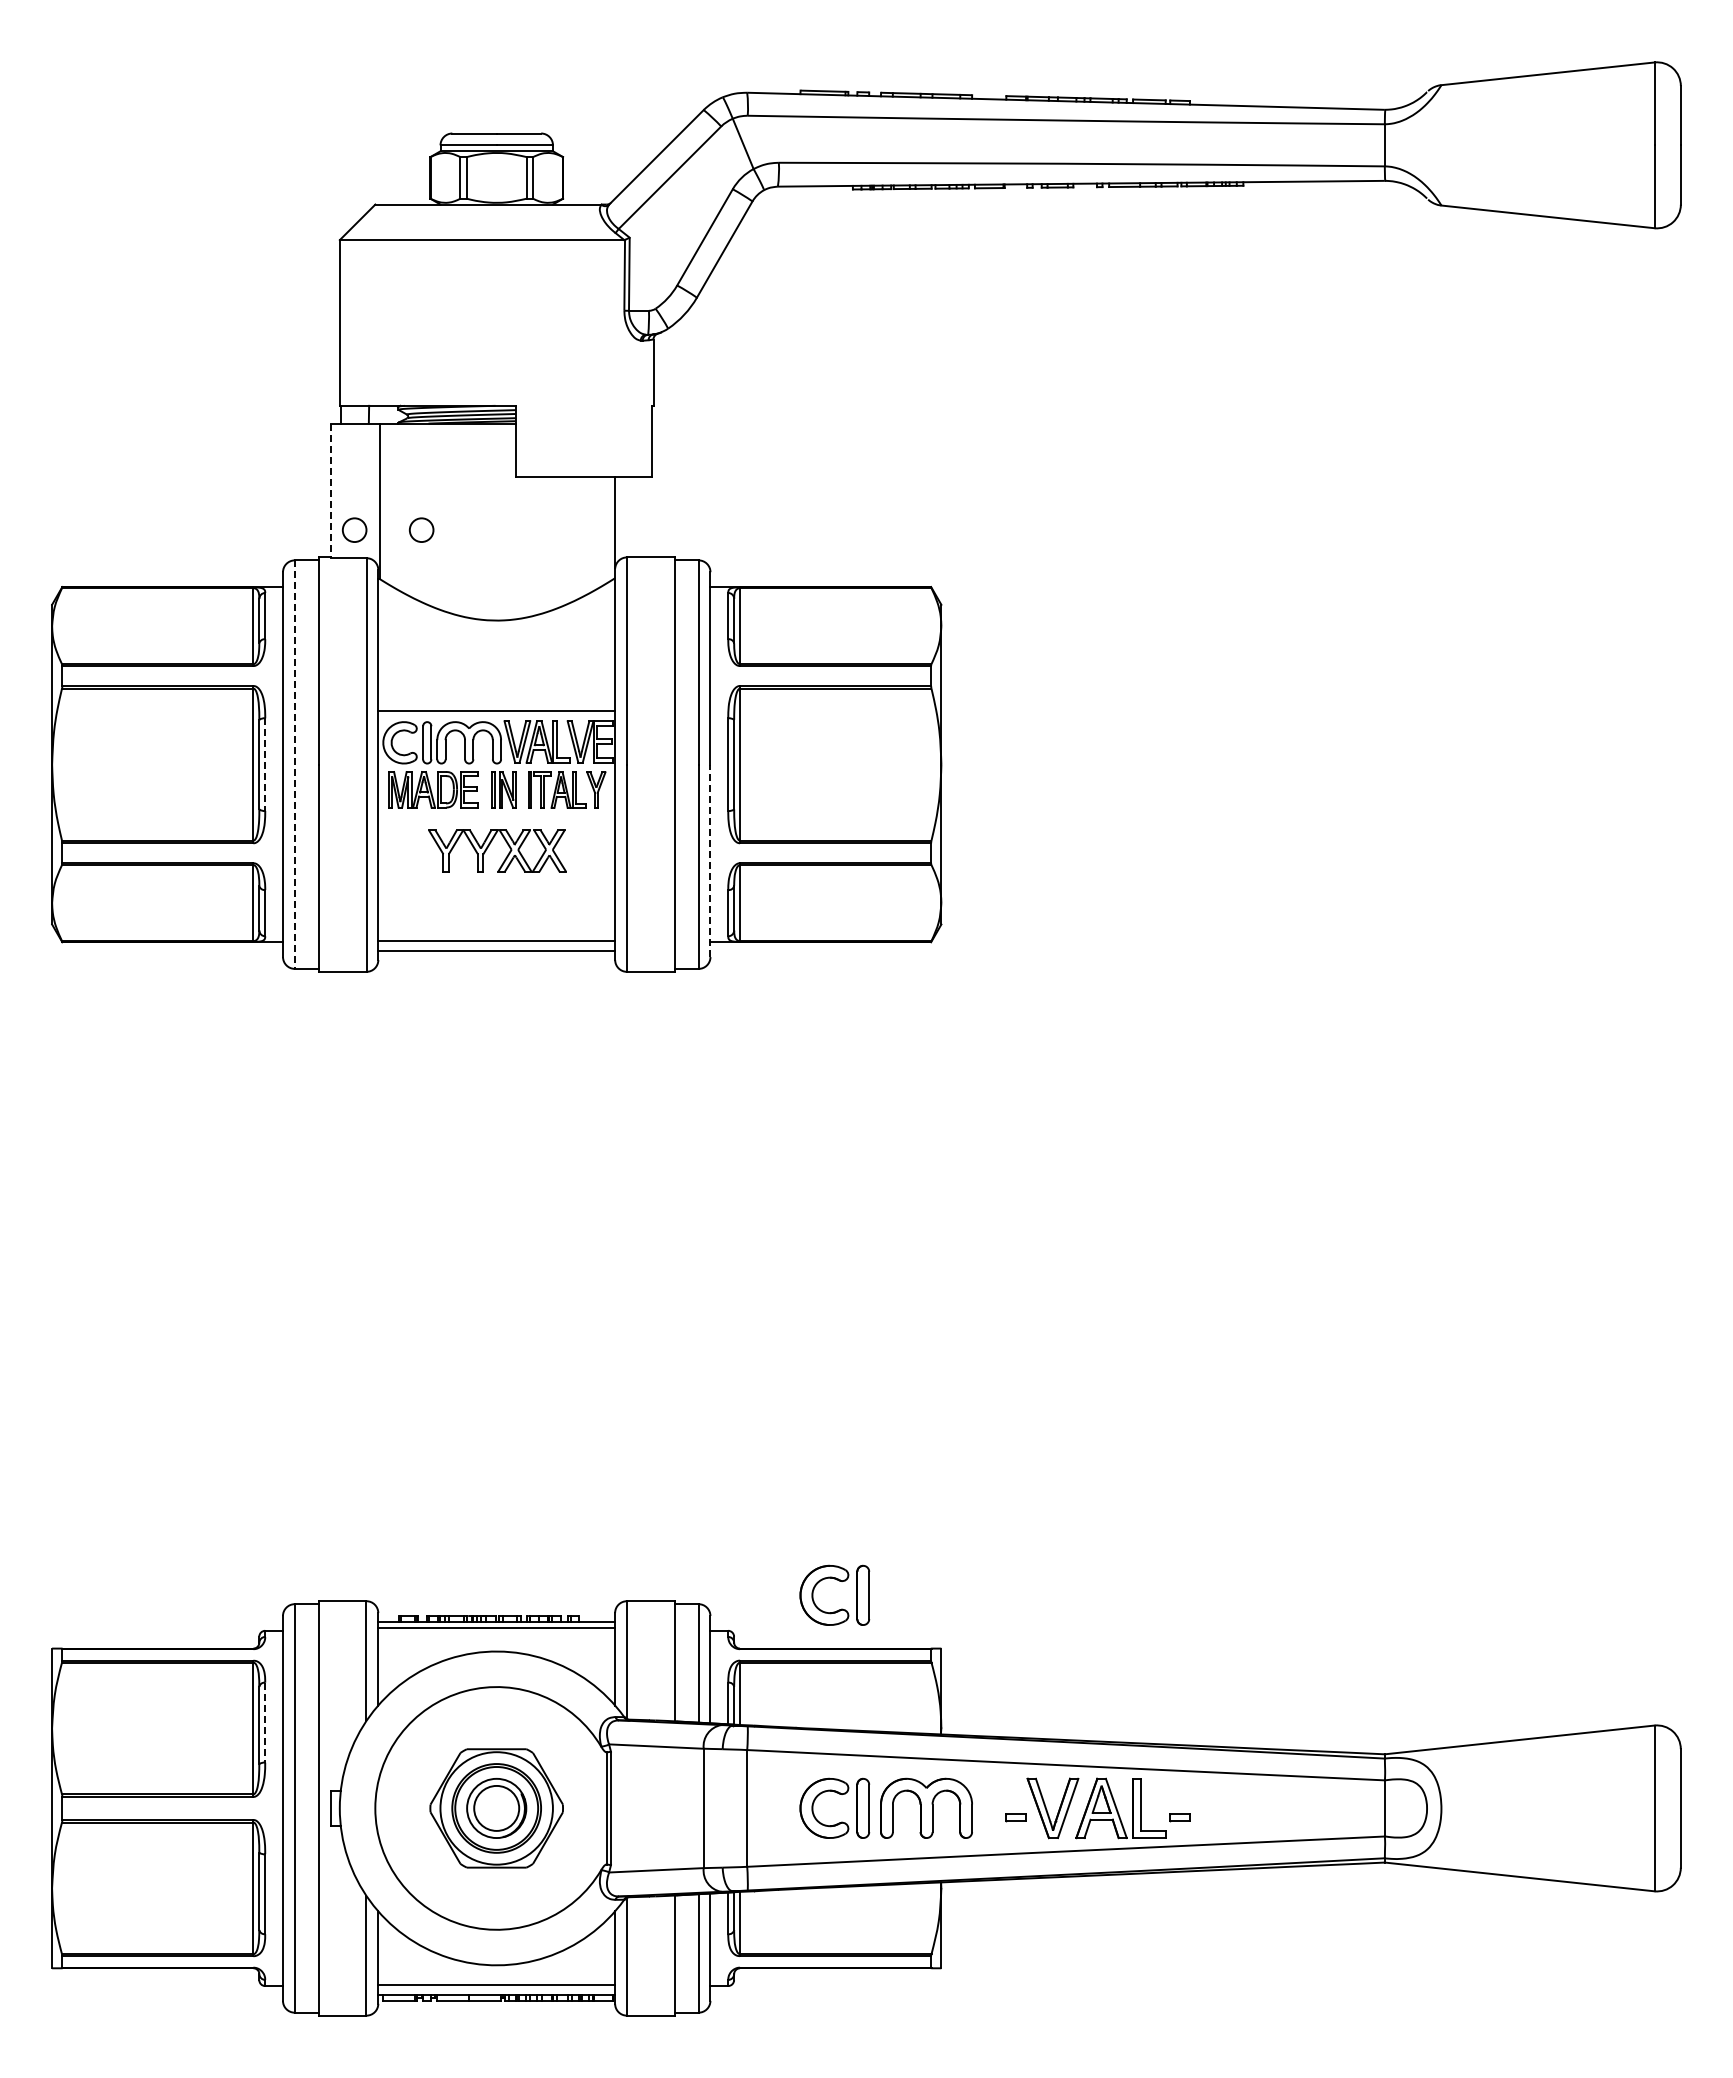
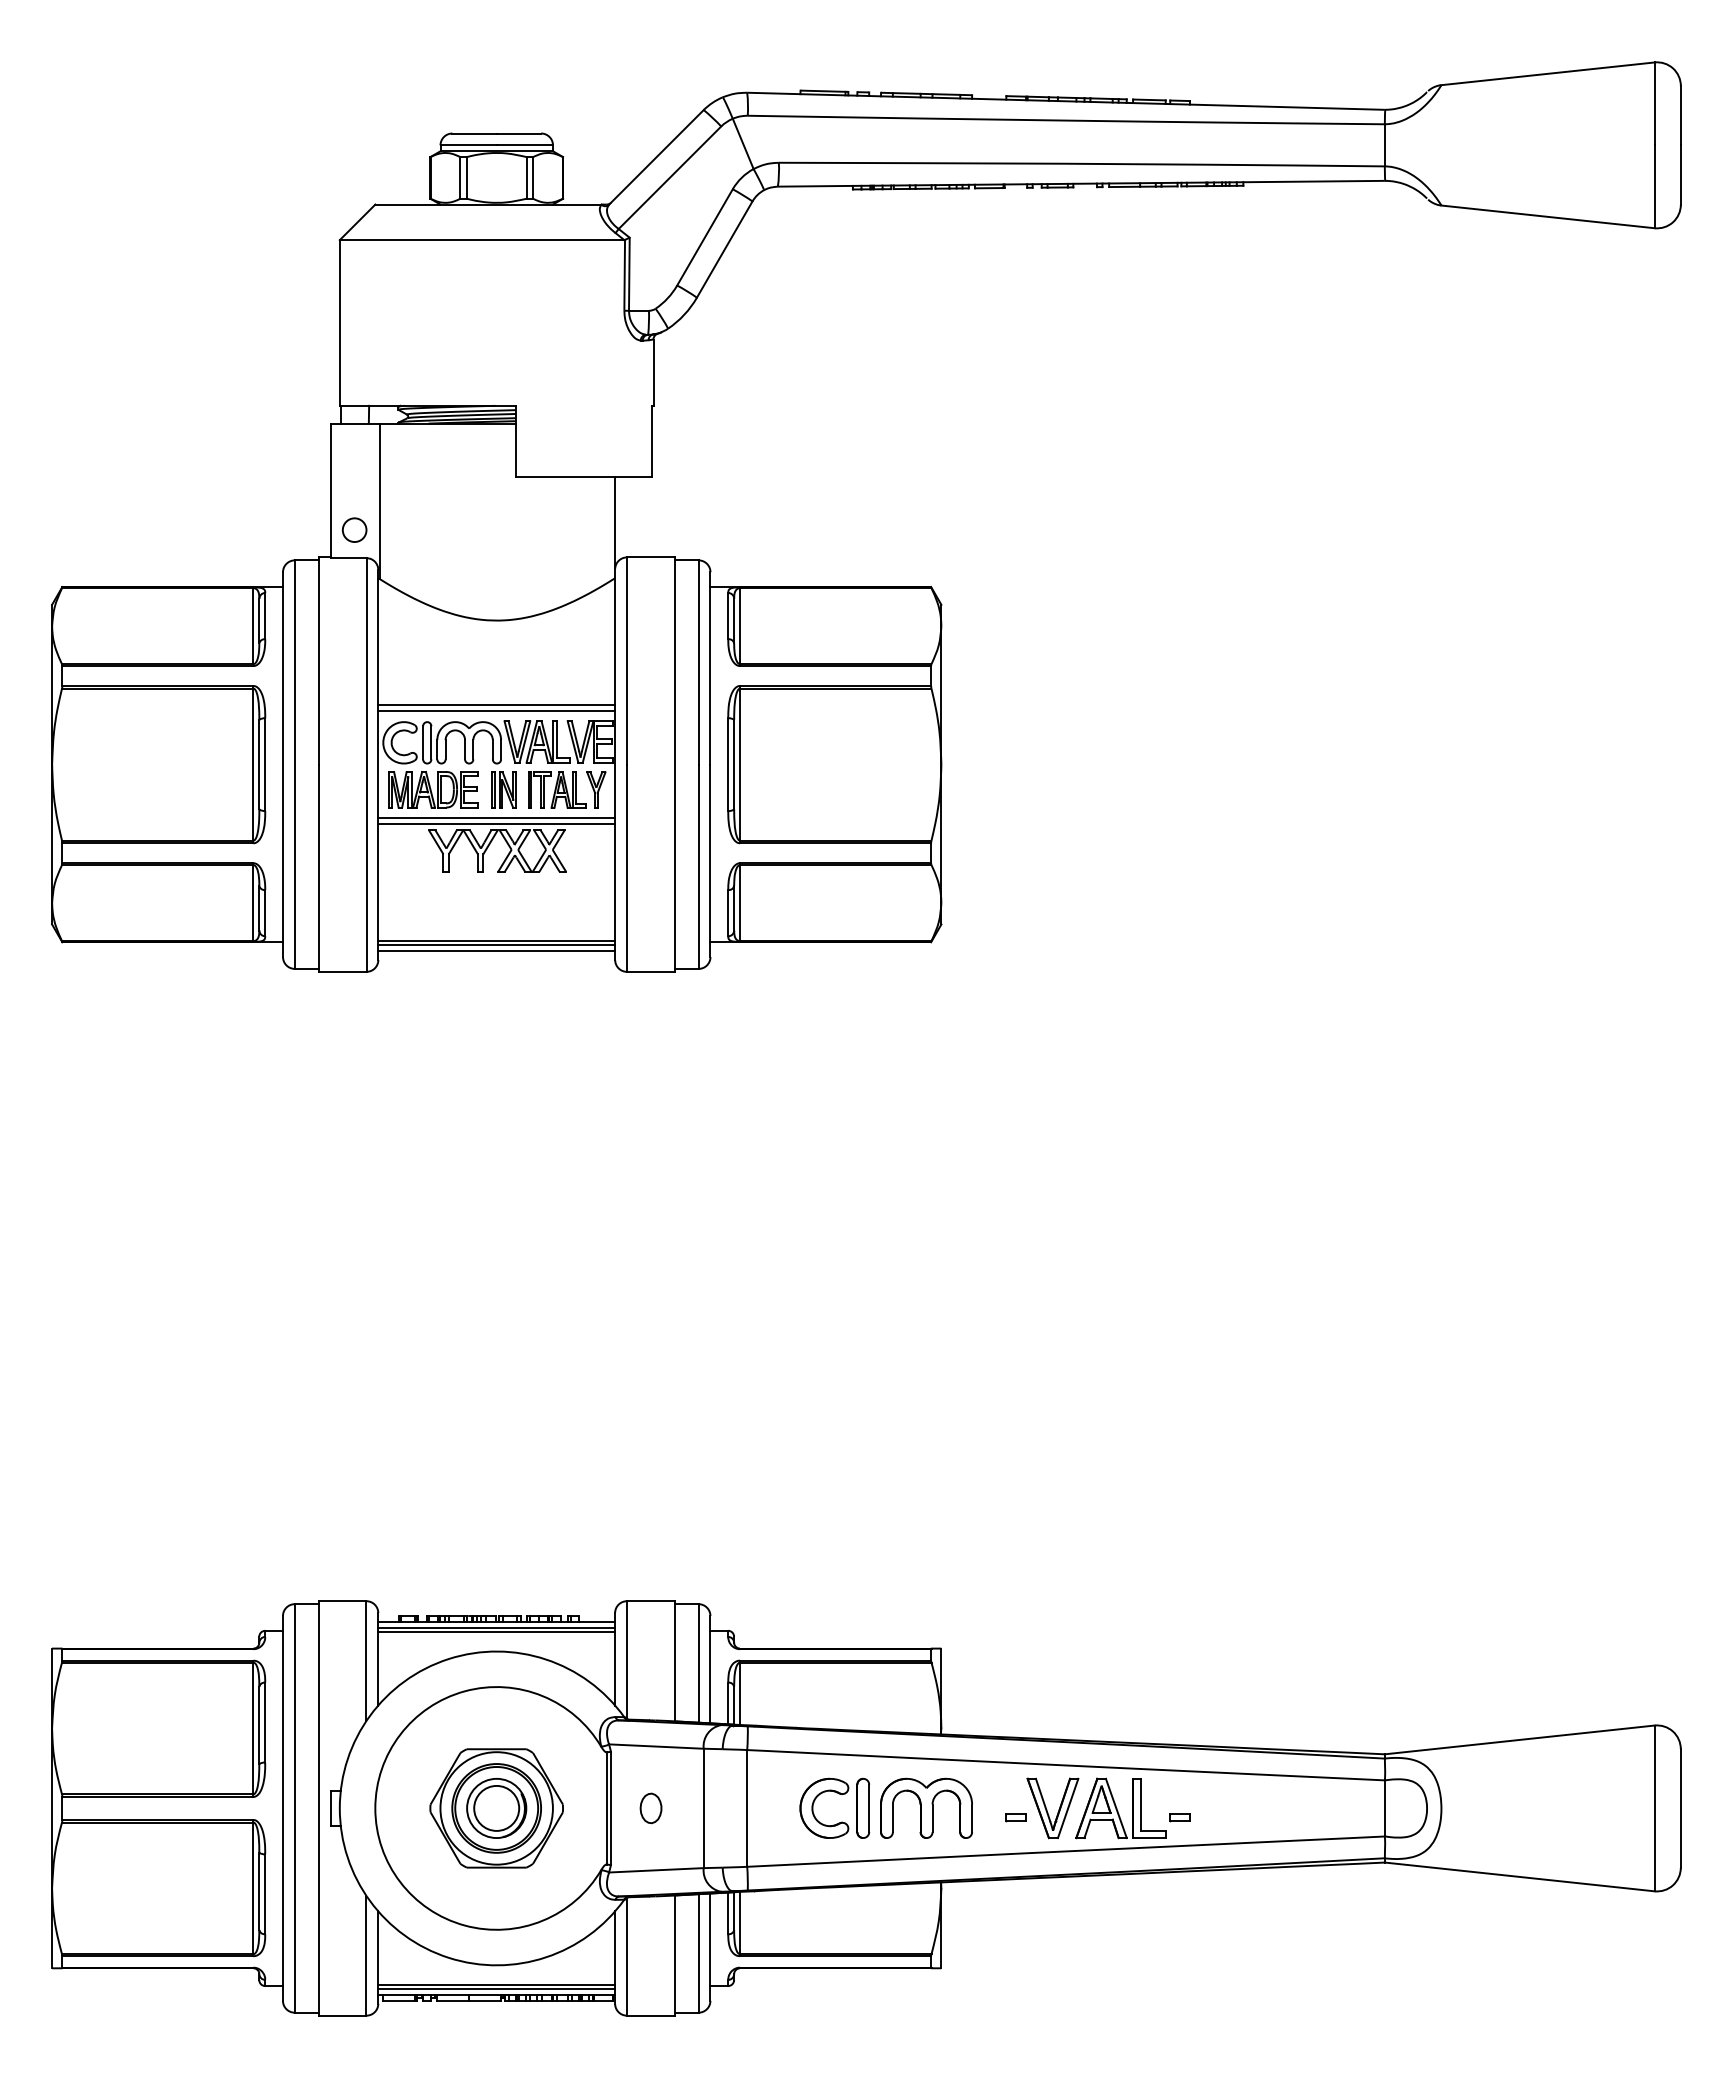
line at (330, 491): dashed -> solid
circle at (421, 529): present -> none
line at (496, 705): none -> present
line at (265, 765): dashed -> solid
line at (294, 765): dashed -> solid
line at (496, 817): none -> present
line at (496, 823): none -> present
line at (710, 860): dashed -> solid
line at (496, 945): none -> present
part at (839, 1581): present -> none
line at (496, 1631): none -> present
line at (265, 1723): dashed -> solid
part at (650, 1808): none -> present
line at (496, 1989): none -> present
